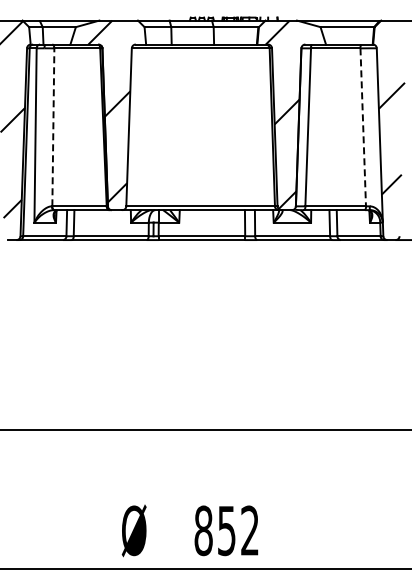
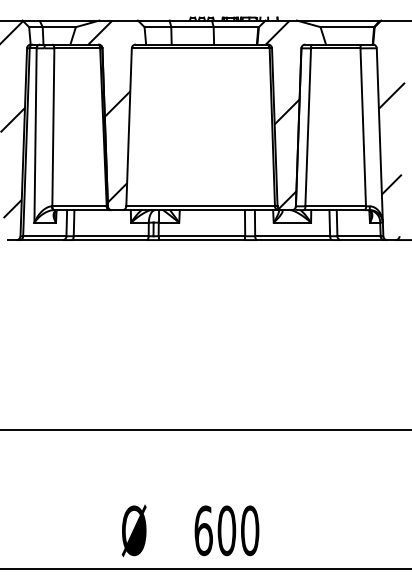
line at (53, 127): dashed -> solid
line at (363, 127): dashed -> solid
text at (226, 530): 852 -> 600
